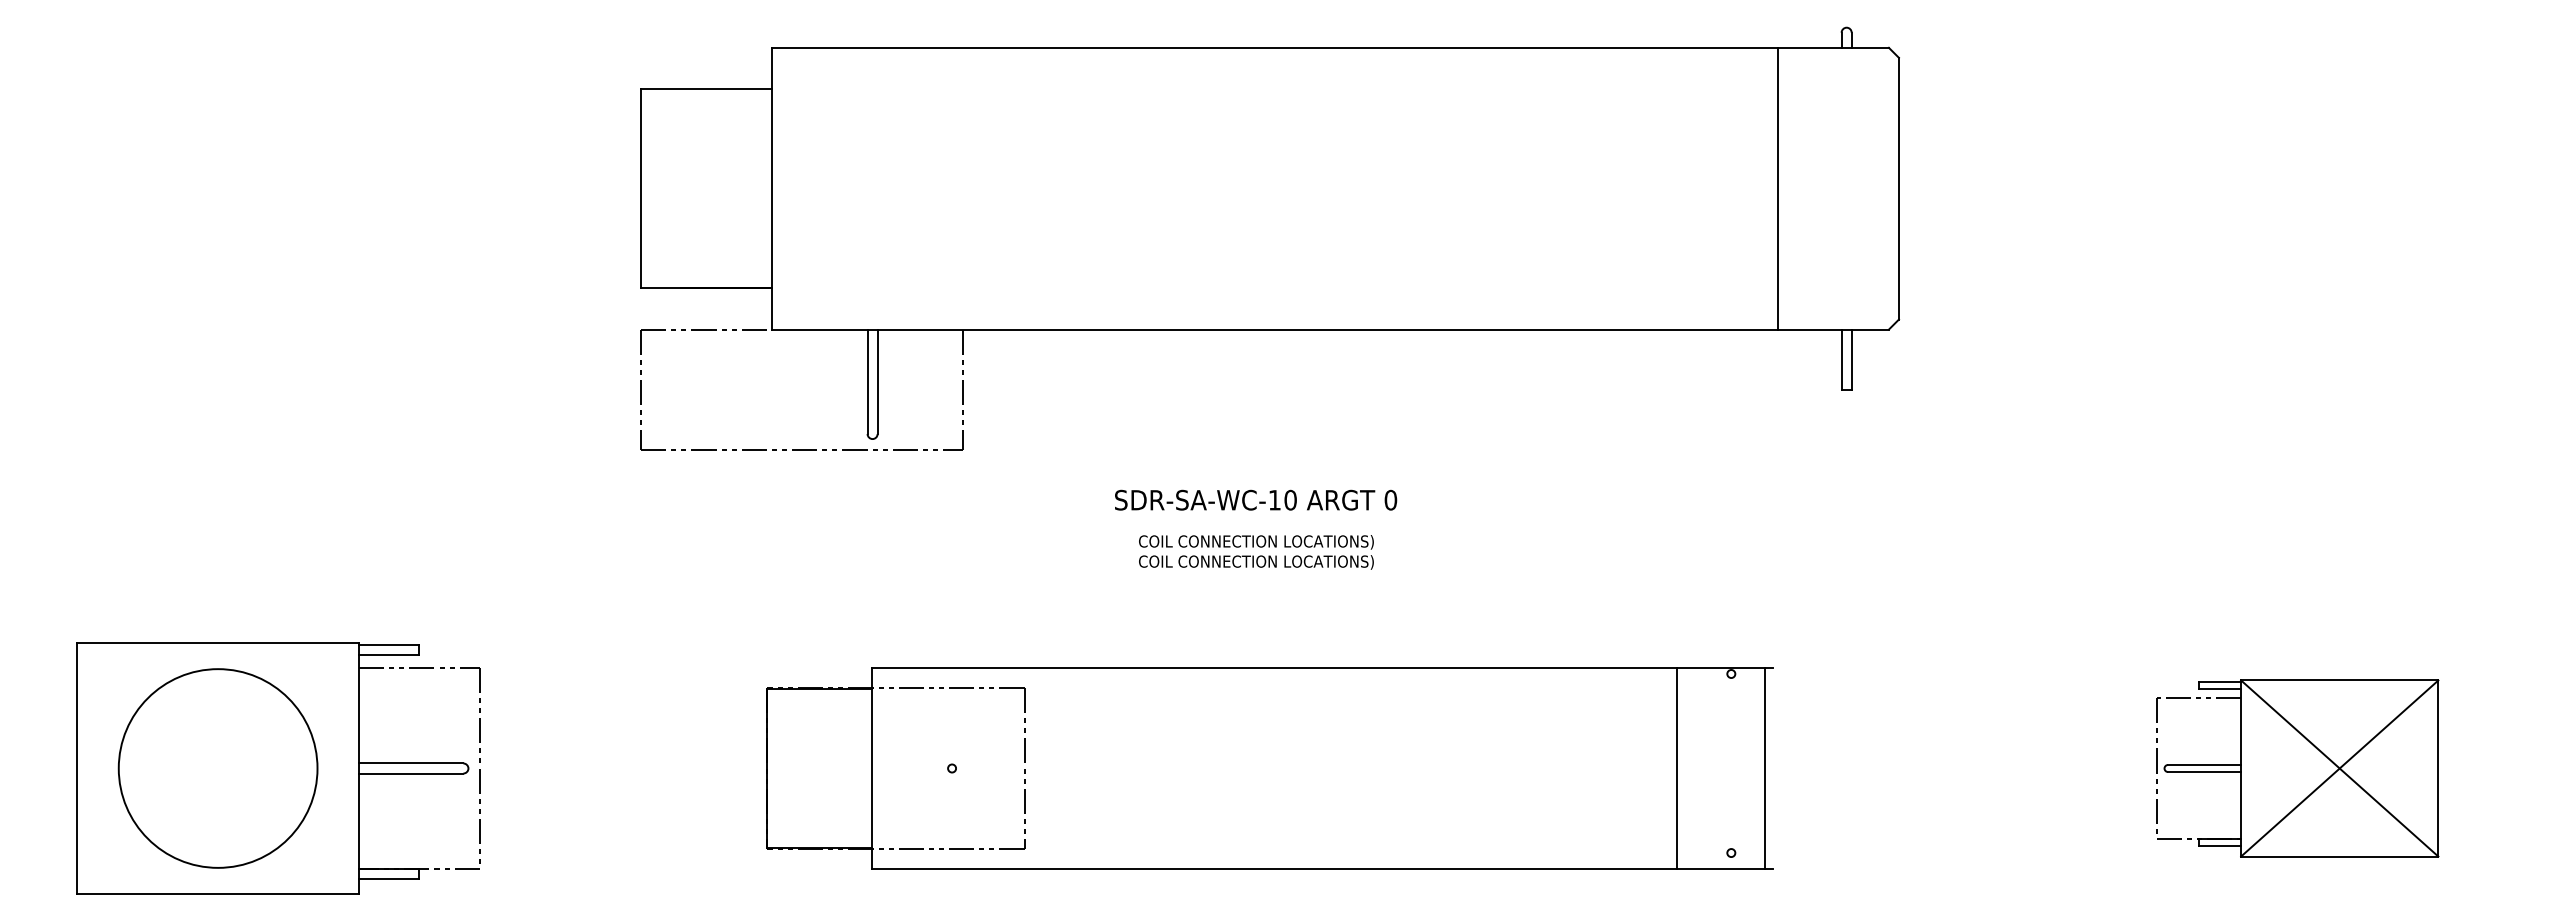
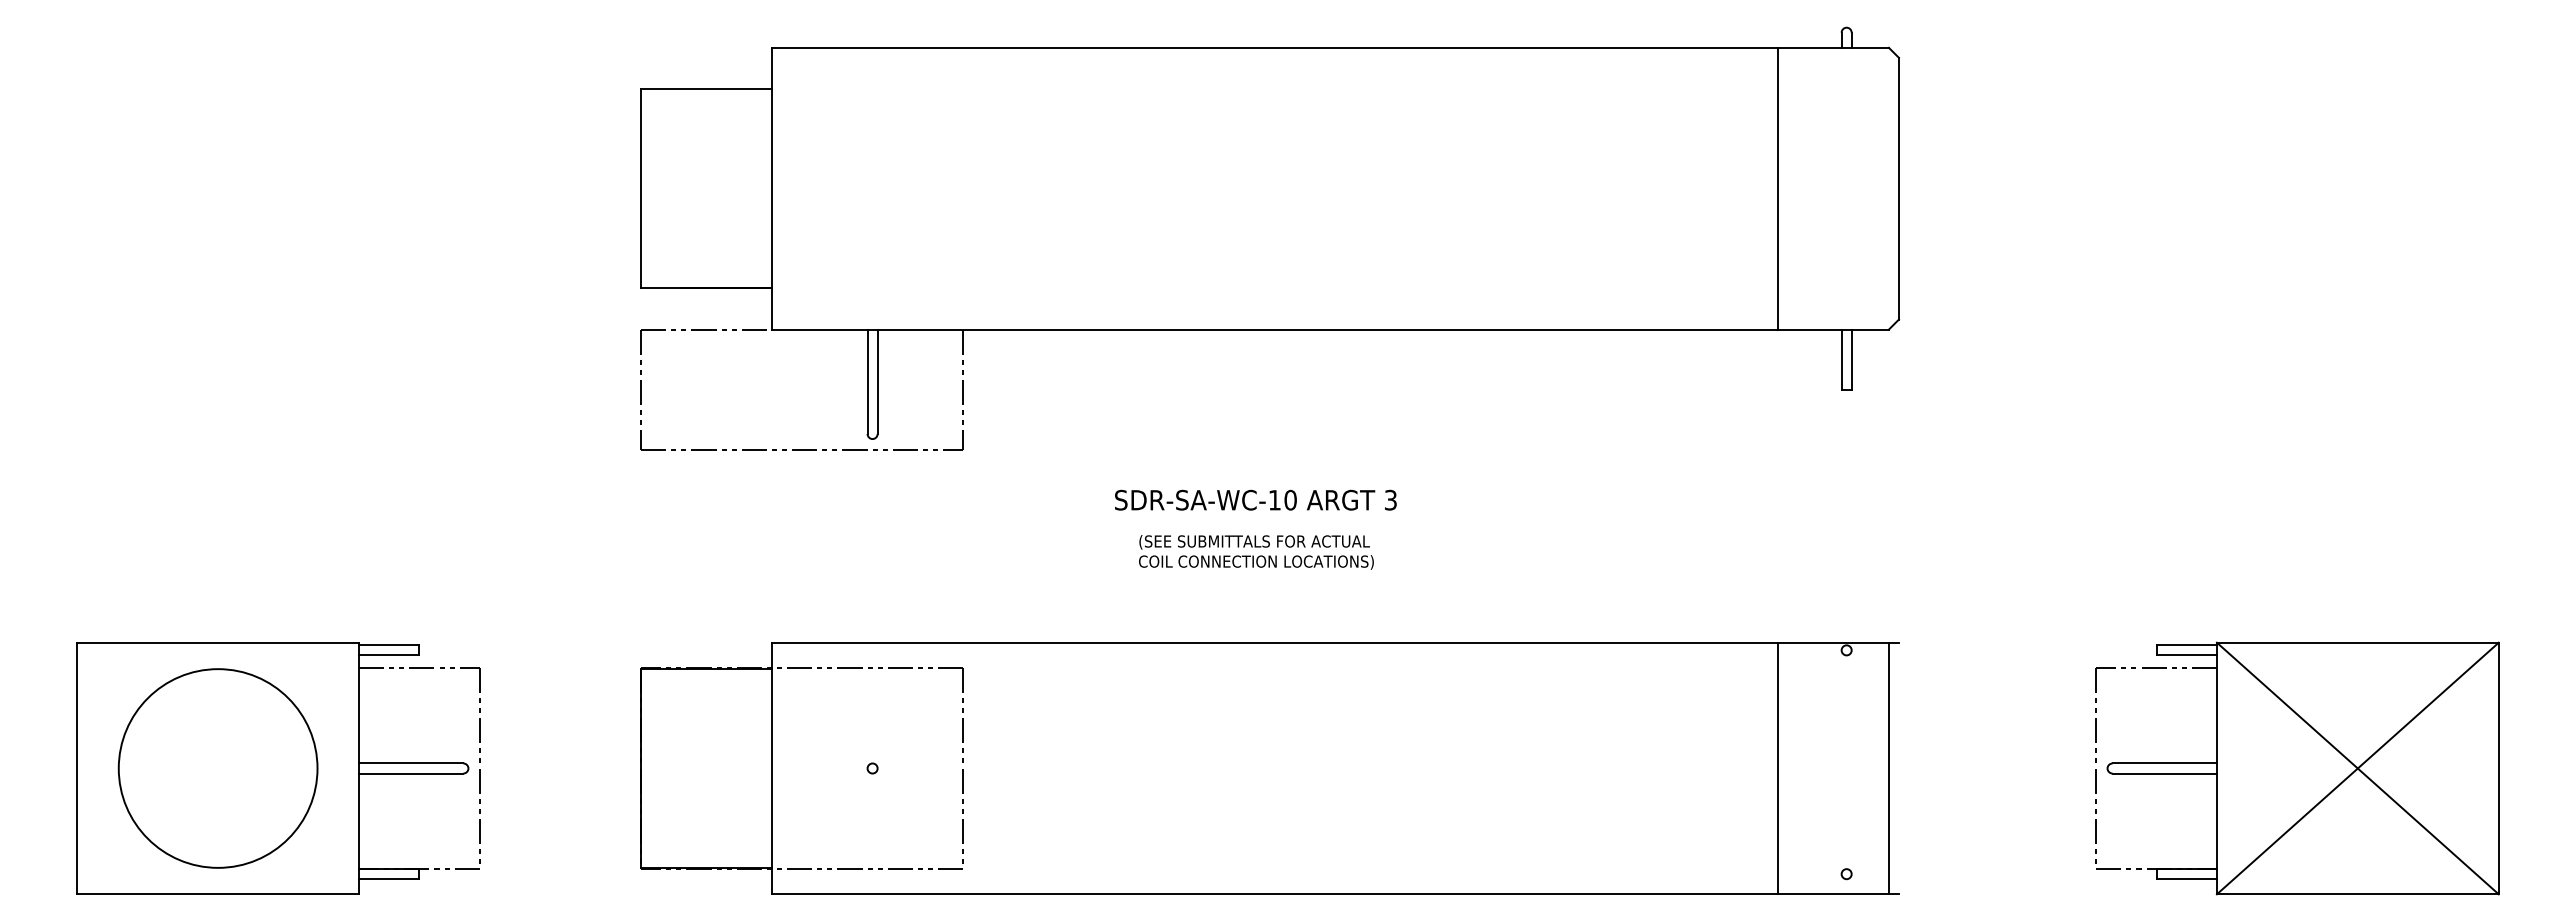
text at (1390, 499): 0 -> 3
text at (1256, 542): COIL CONNECTION LOCATIONS) -> (SEE SUBMITTALS FOR ACTUAL
part at (1269, 768) size: 1008x203 px -> 1260x253 px
part at (2297, 768) size: 284x179 px -> 405x255 px
